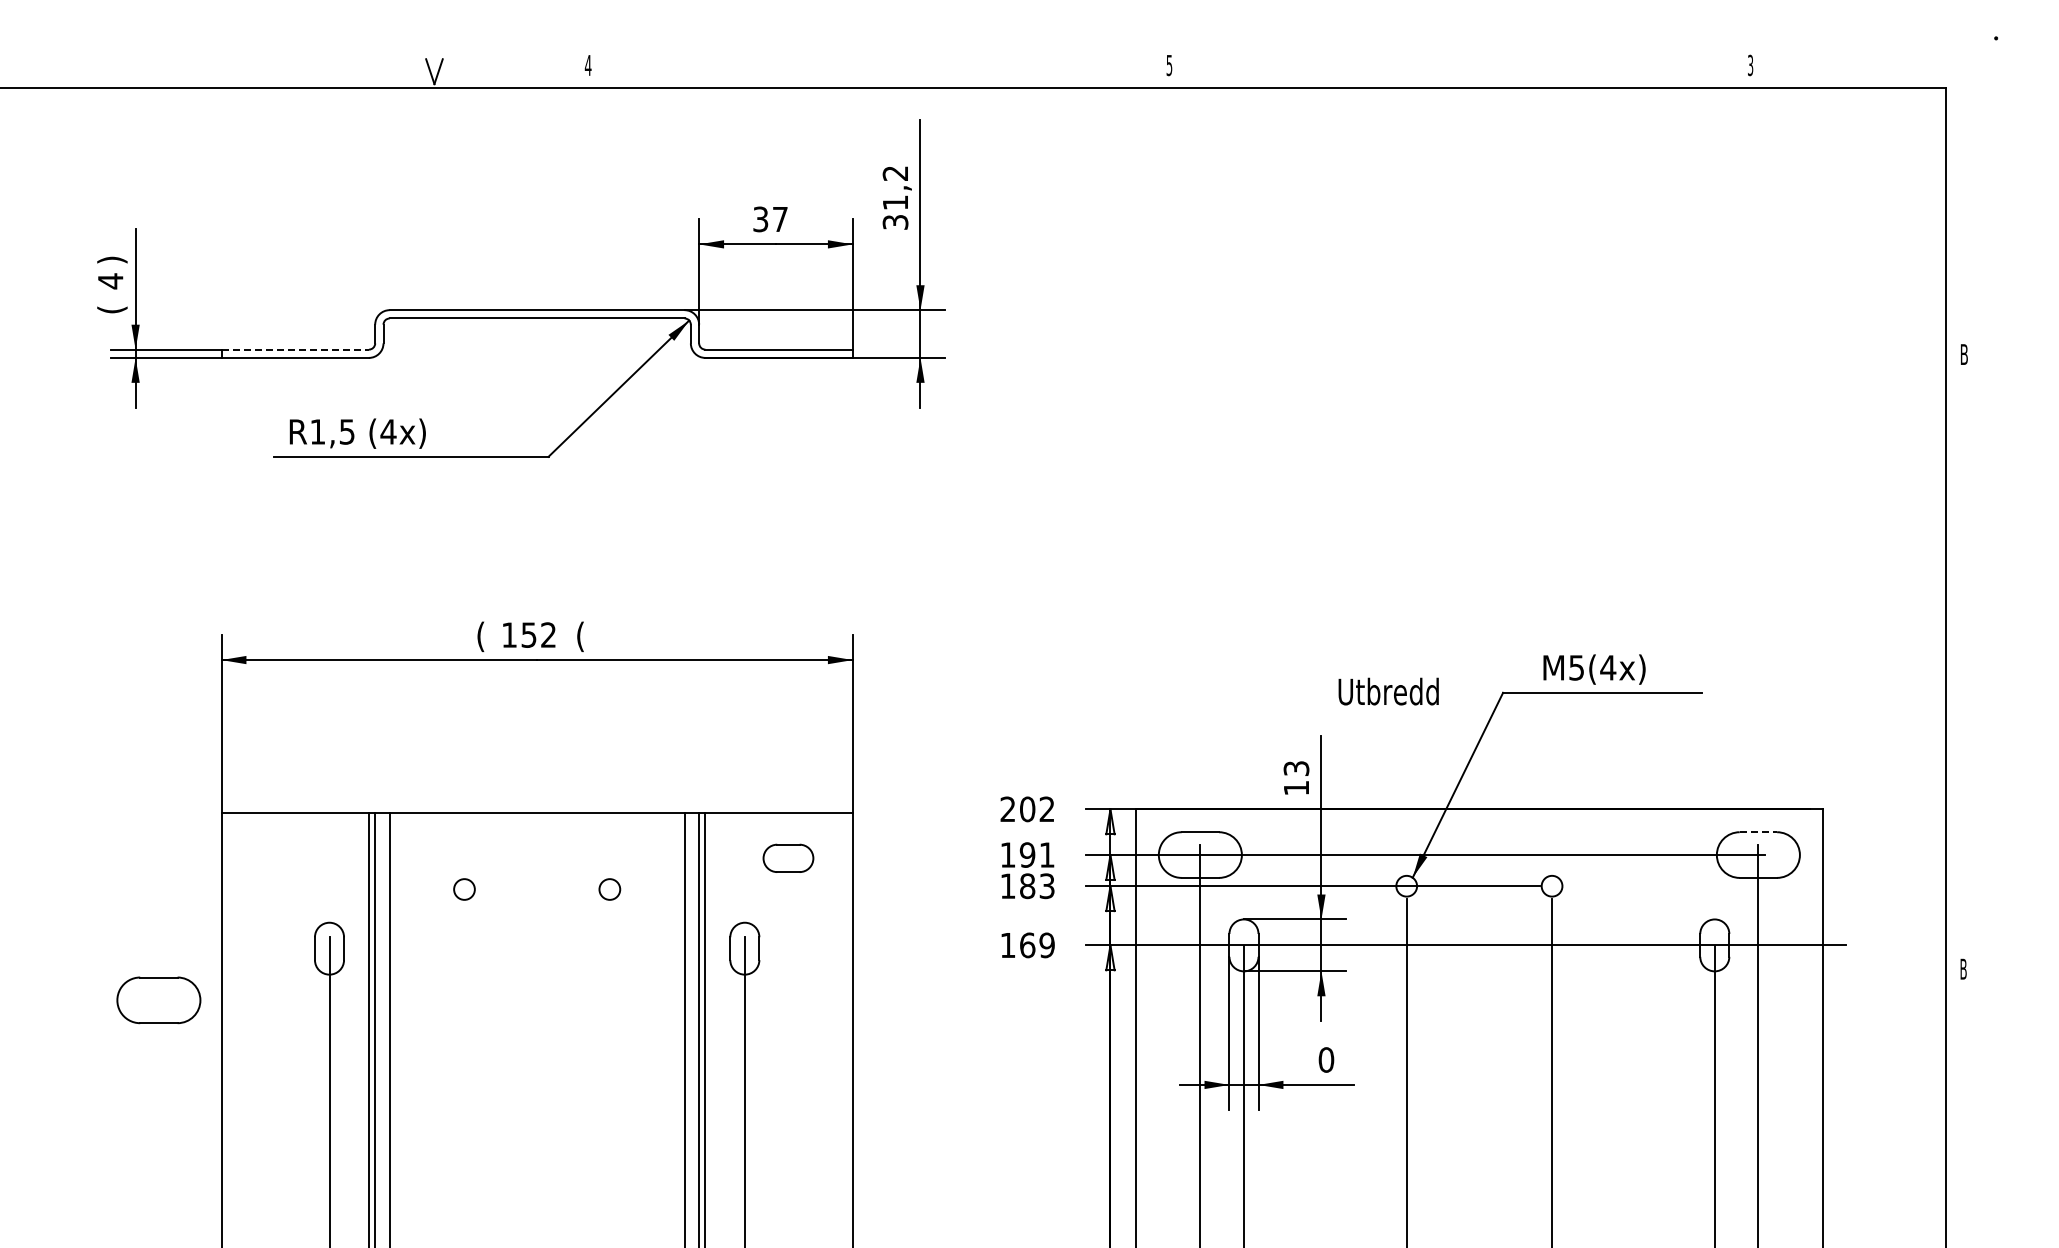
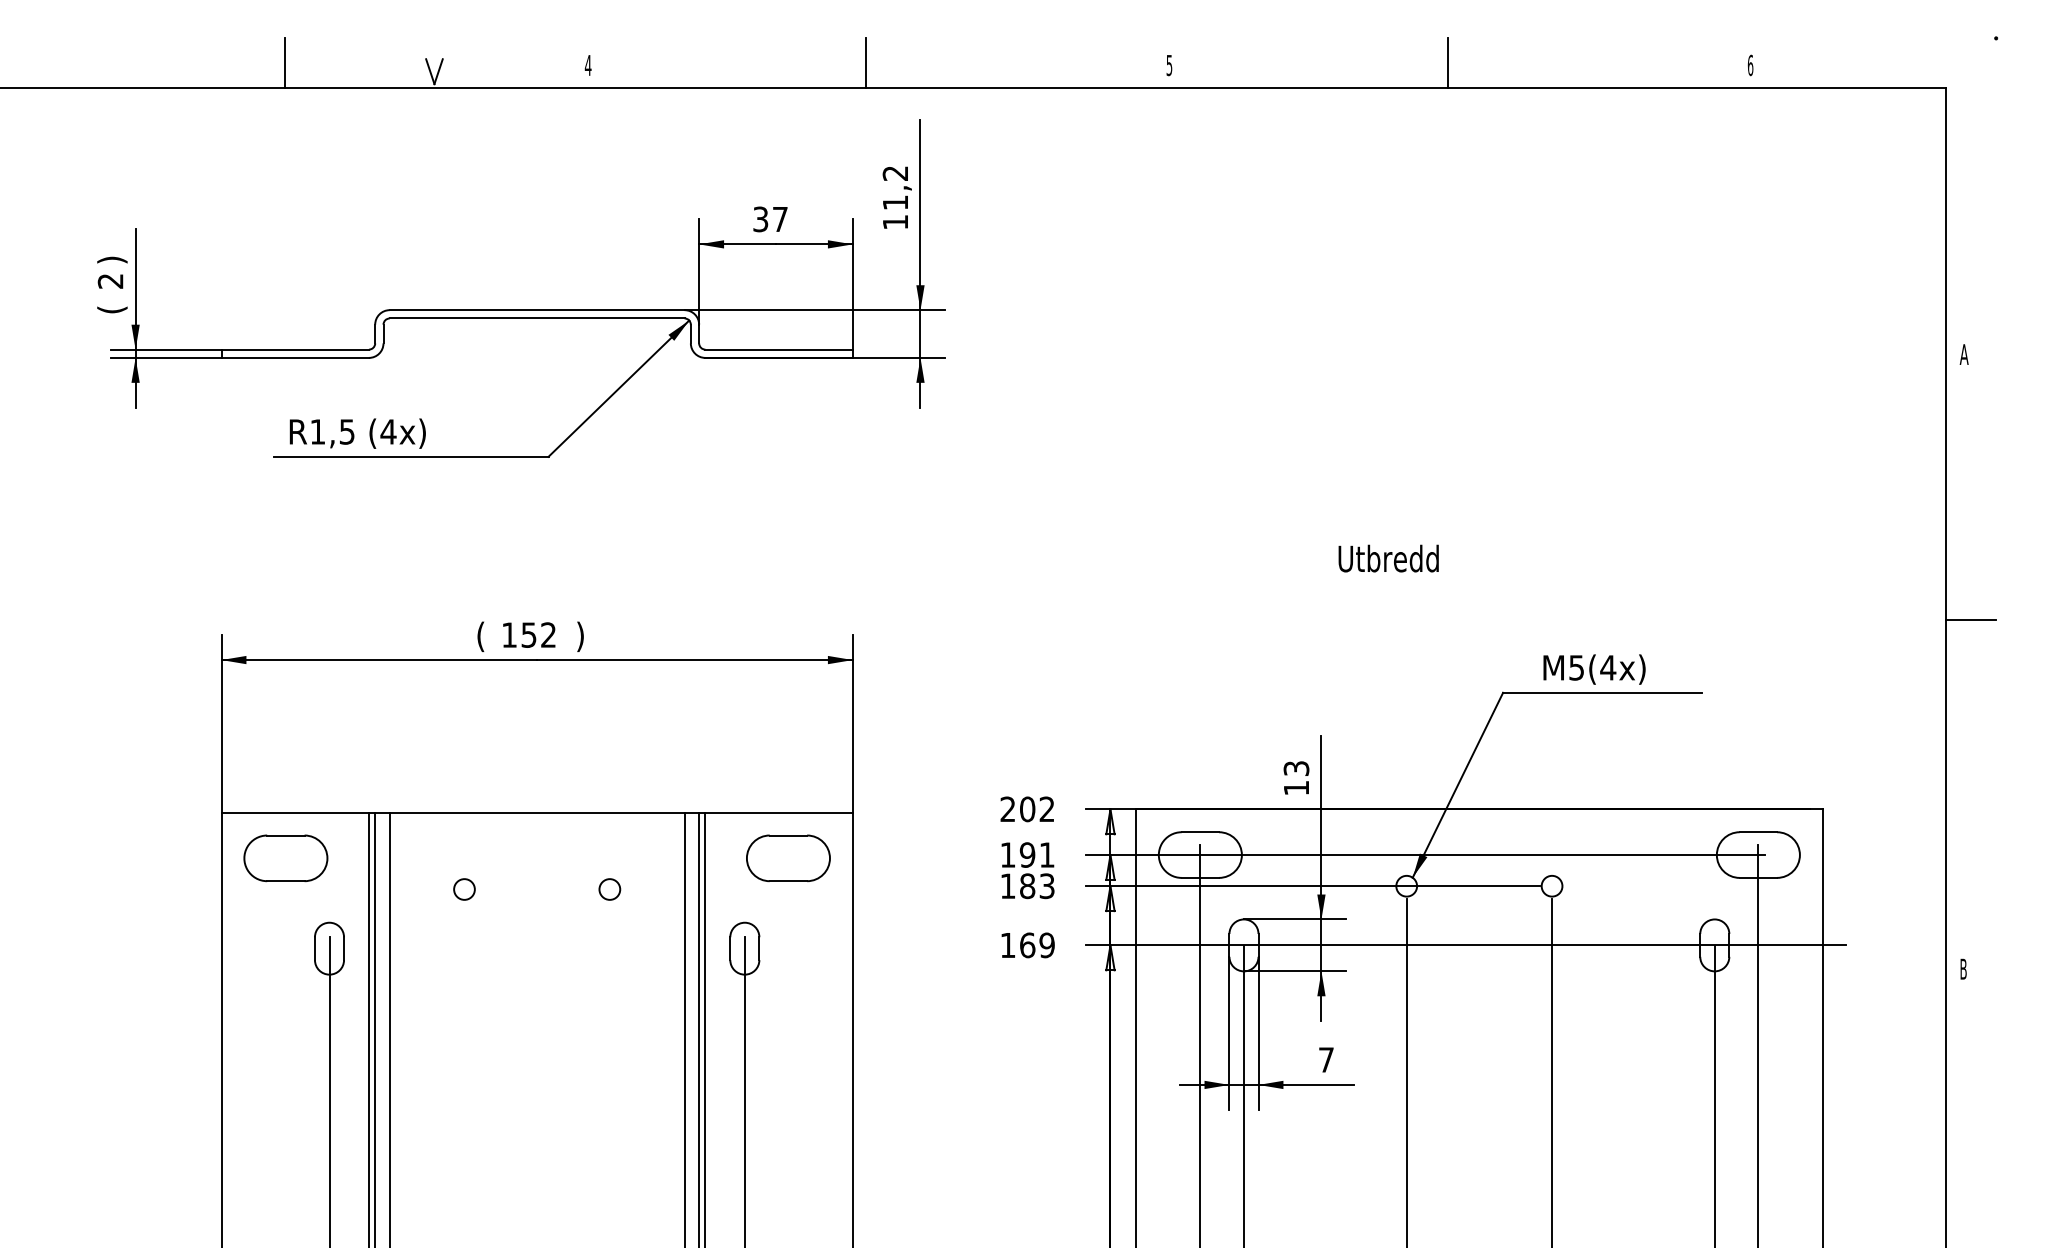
line at (285, 63): none -> present
line at (866, 63): none -> present
line at (1447, 63): none -> present
text at (1750, 65): 3 -> 6
text at (895, 222): 31,2 -> 11,2
text at (110, 281): 4 -> 2
line at (295, 349): dashed -> solid
text at (1963, 354): B -> A
line at (1971, 619): none -> present
text at (580, 636): ( -> )
text at (1388, 691) position: (1388, 691) -> (1388, 558)
line at (1758, 832): dashed -> solid
part at (788, 857) size: 53x30 px -> 85x49 px
part at (158, 1000) position: (158, 1000) -> (285, 858)
text at (1326, 1059): 0 -> 7
